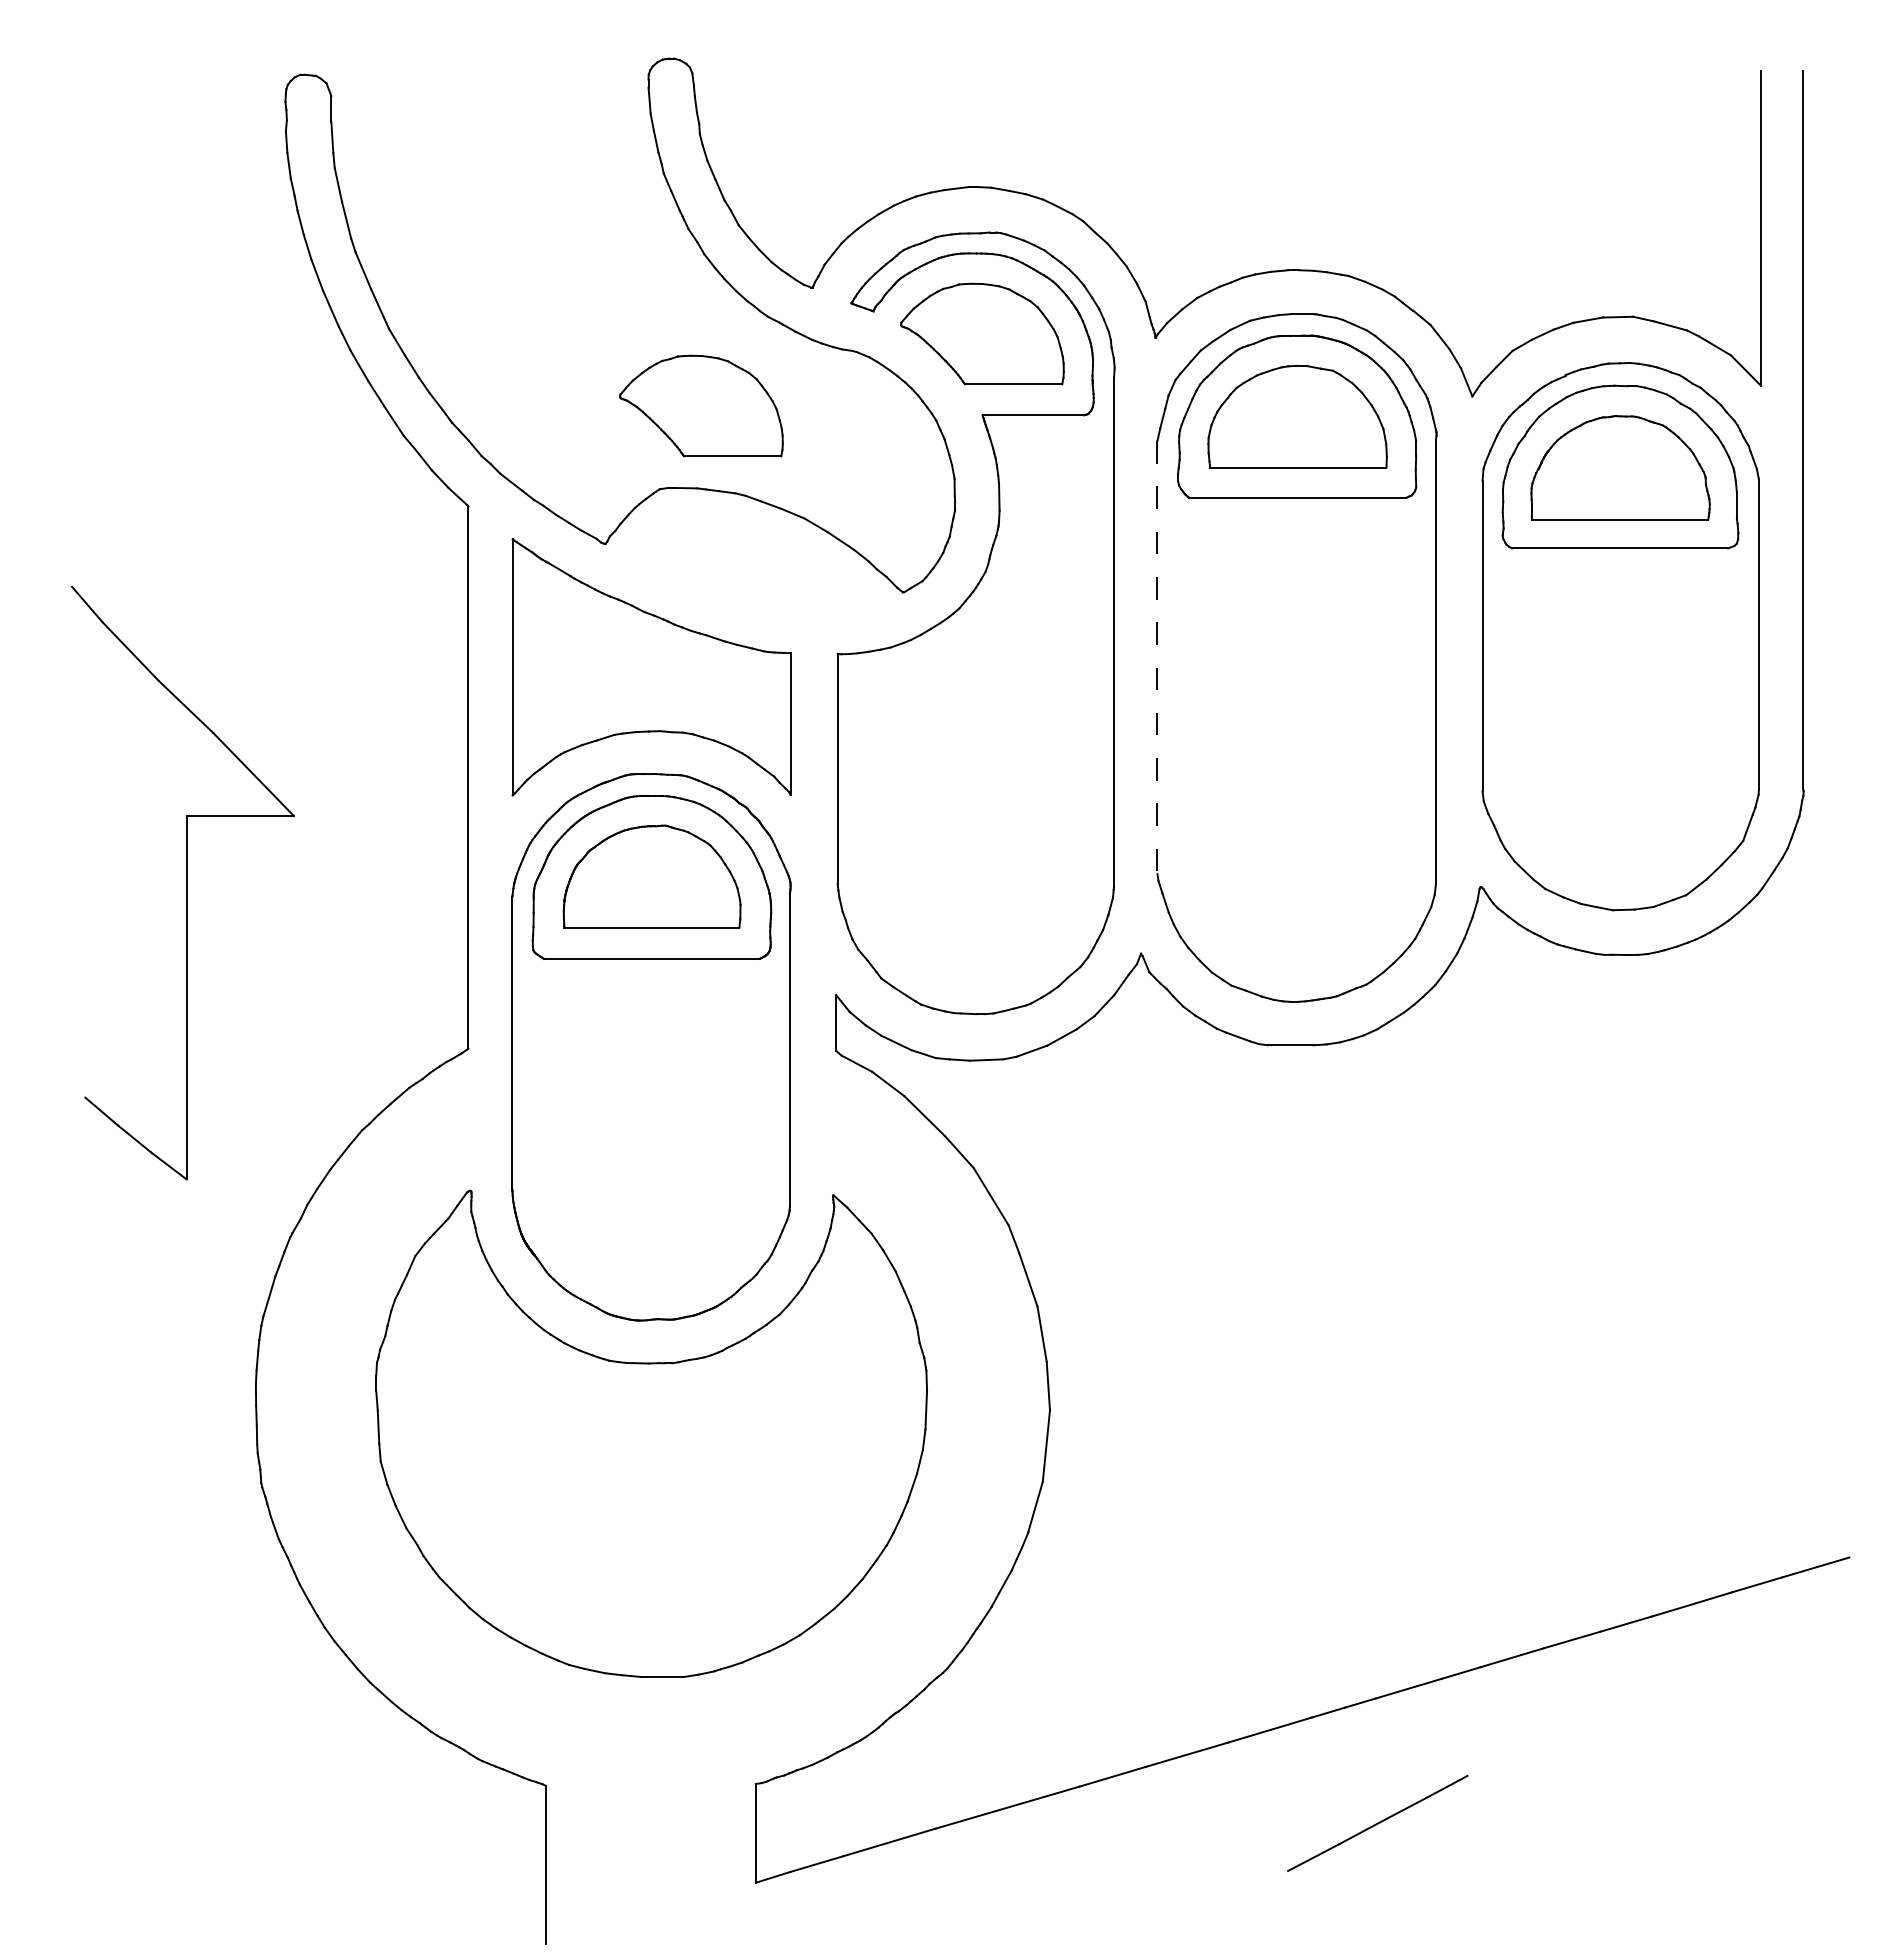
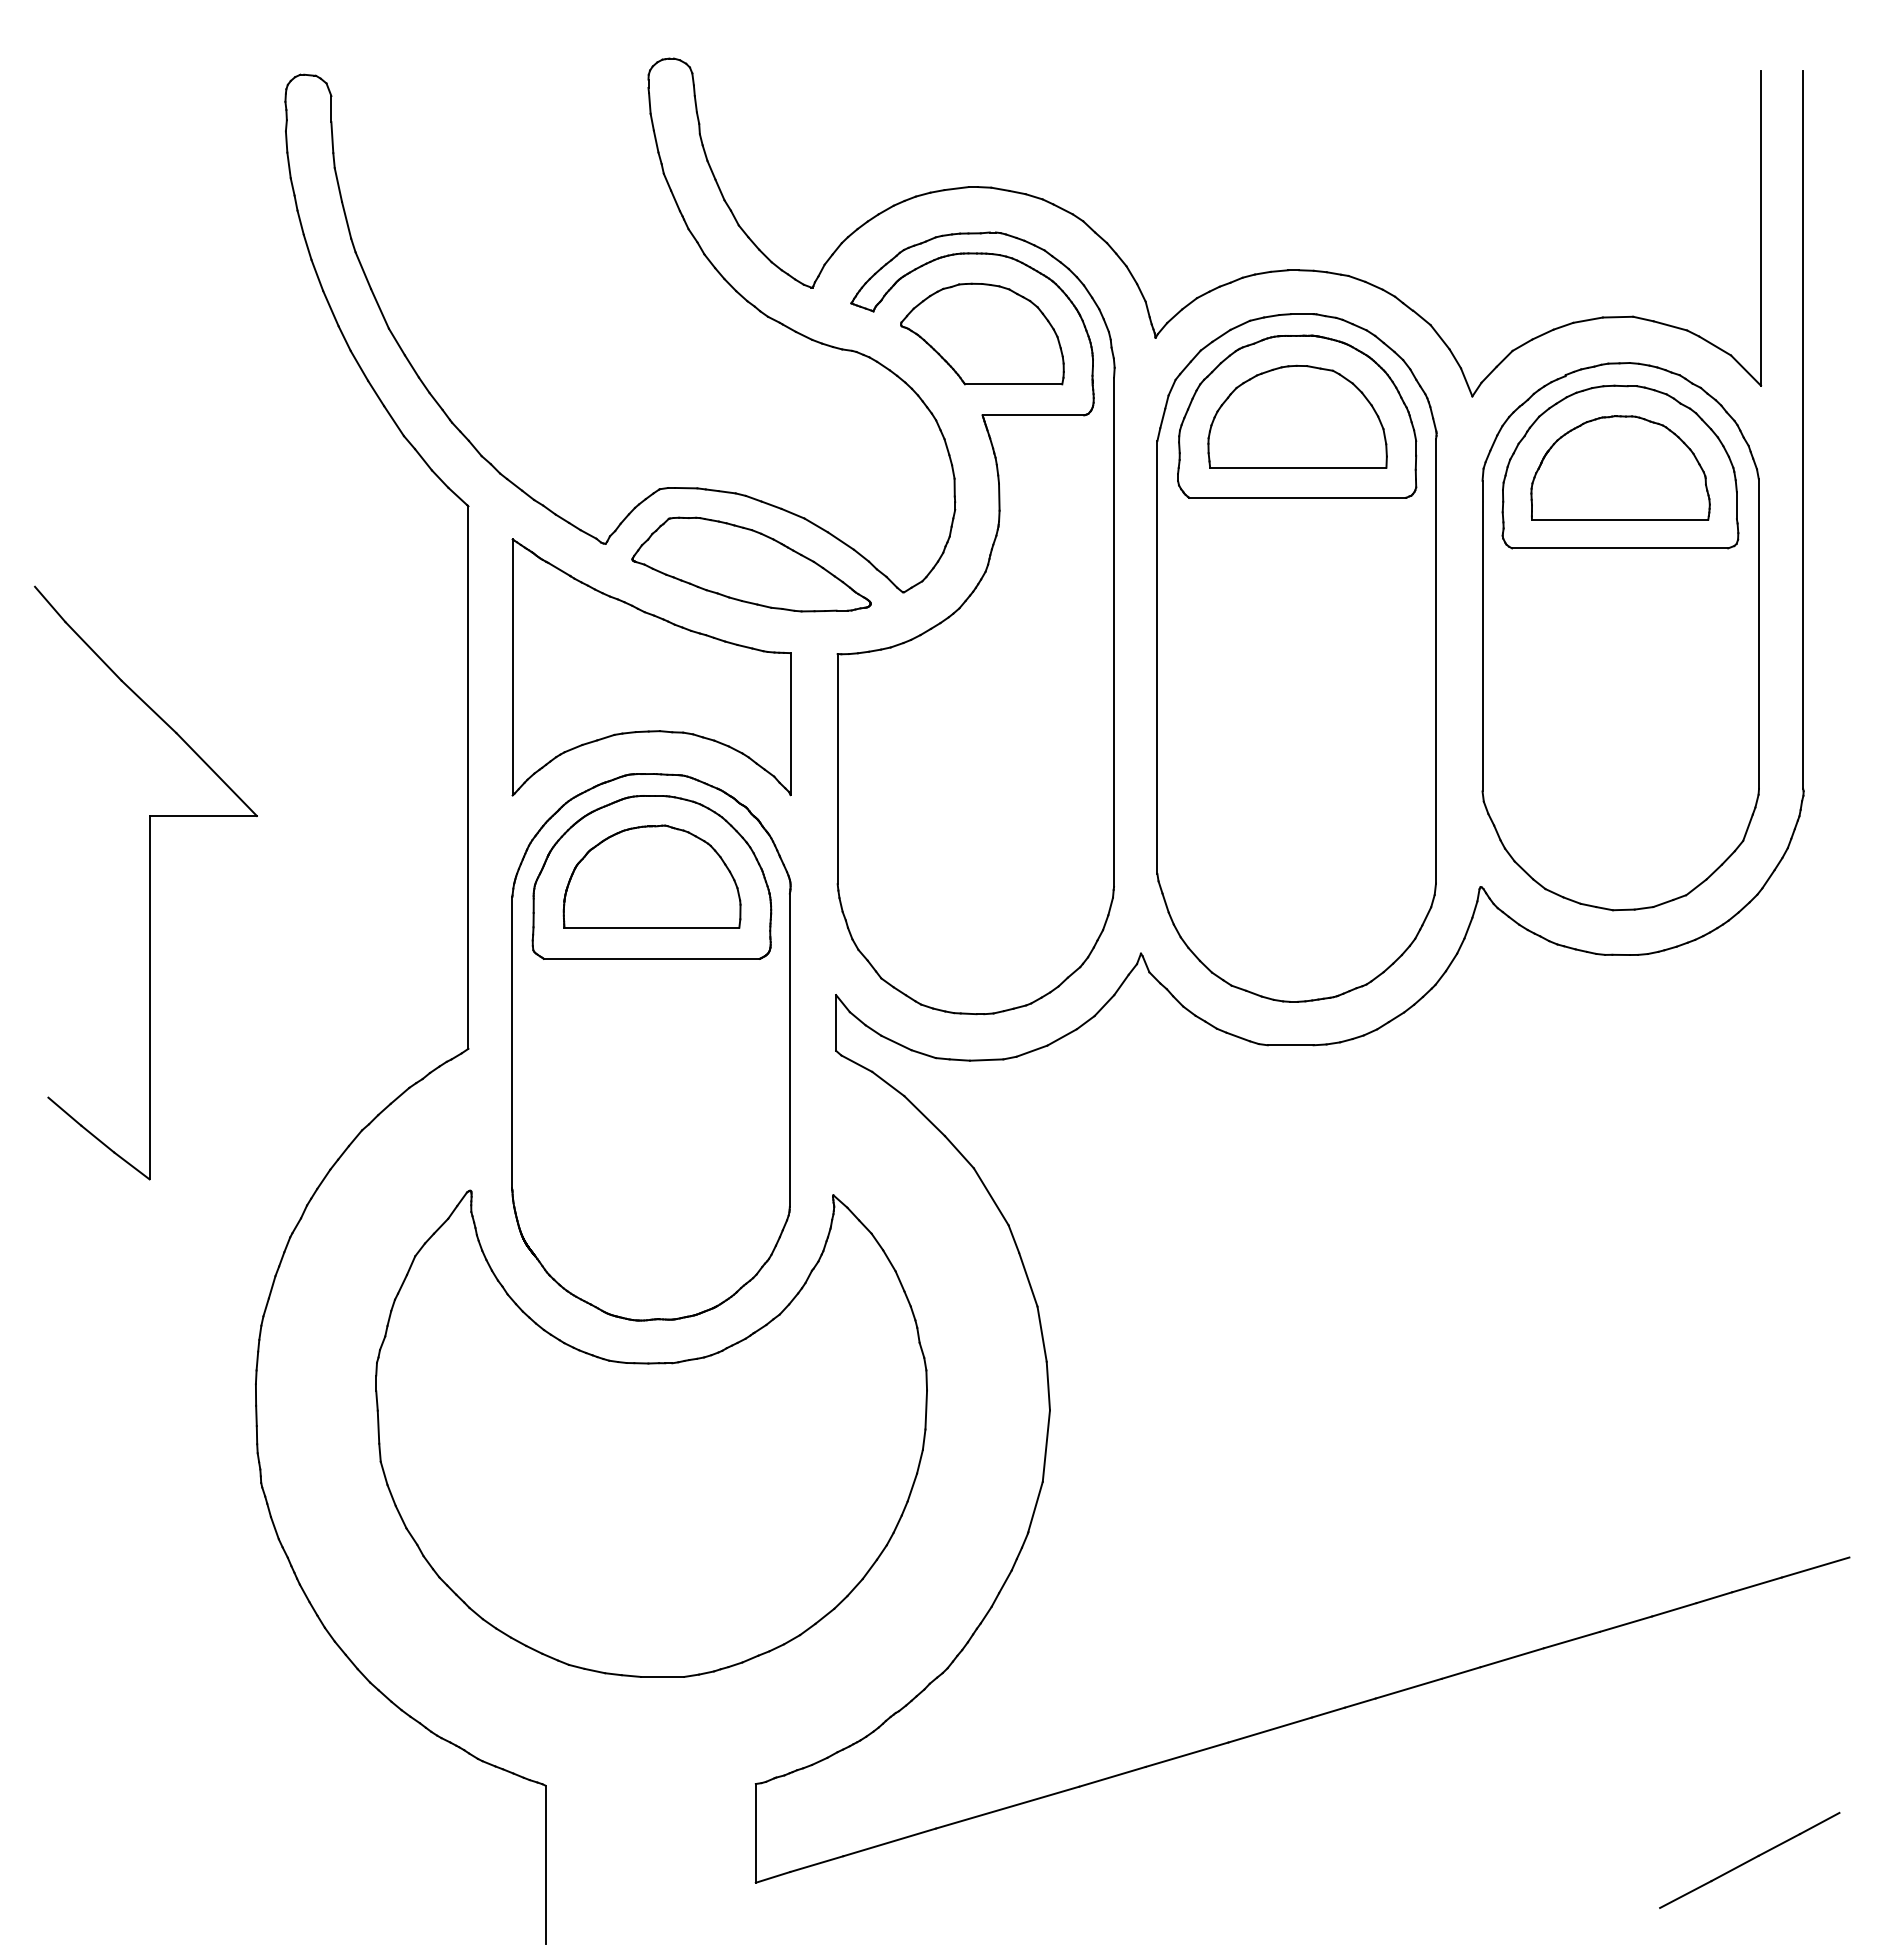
part at (701, 405): present -> none
part at (751, 564): none -> present
line at (1157, 658): dashed -> solid
part at (182, 882) position: (182, 882) -> (145, 882)
line at (1377, 1822) position: (1377, 1822) -> (1749, 1859)
